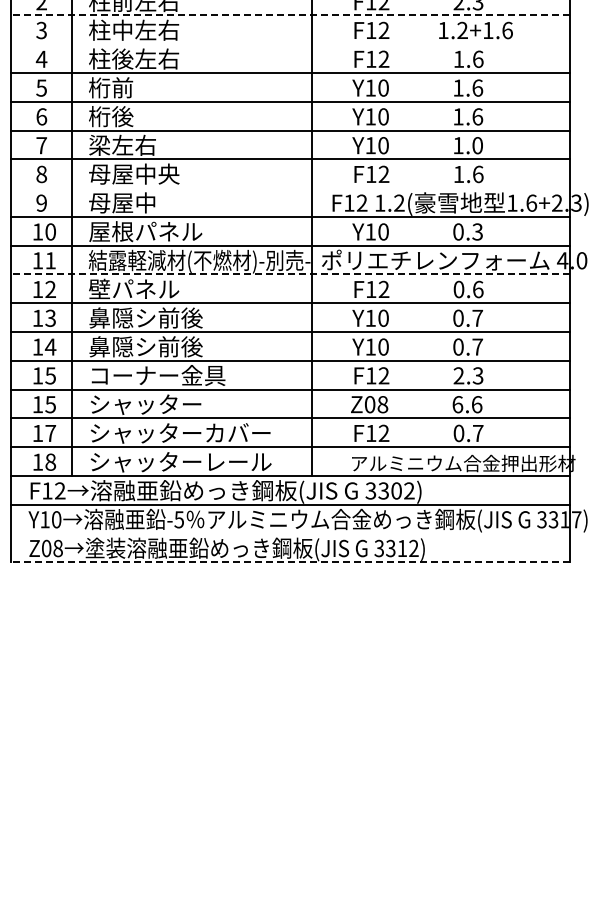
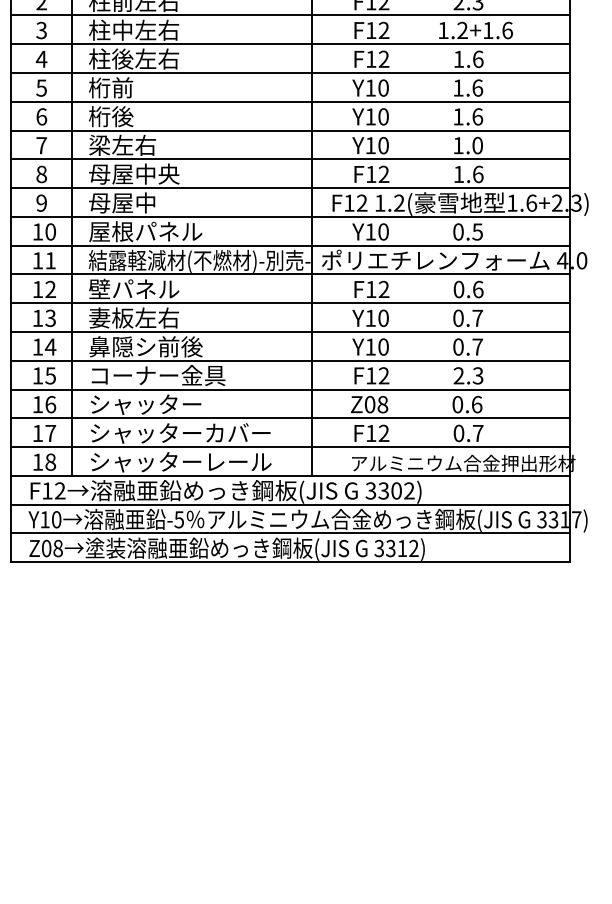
line at (289, 15): dashed -> solid
line at (290, 44): none -> present
line at (290, 188): none -> present
text at (477, 231): 0.3 -> 0.5
line at (289, 274): dashed -> solid
text at (145, 317): 鼻隠シ前後 -> 妻板左右
text at (50, 404): 15 -> 16
text at (457, 404): 6.6 -> 0.6
line at (290, 533): none -> present
line at (289, 562): dashed -> solid
